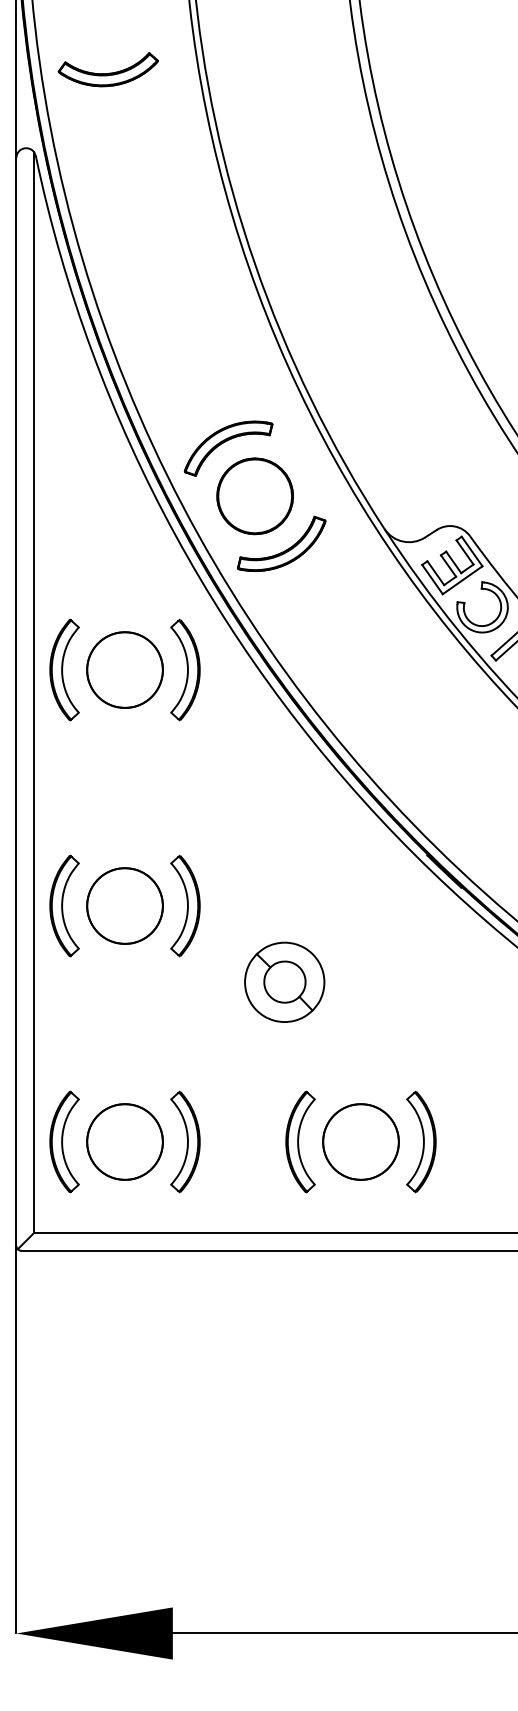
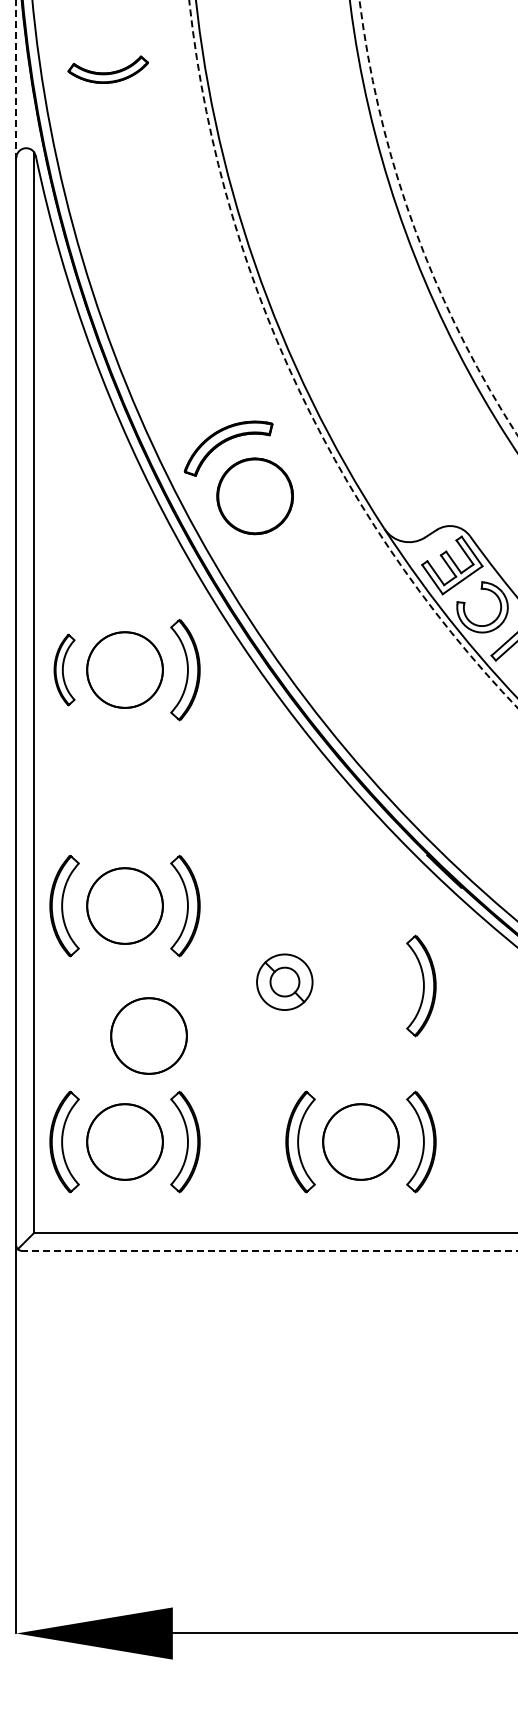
part at (107, 69) size: 102x36 px -> 82x29 px
line at (16, 79): solid -> dashed
arc at (414, 228): solid -> dashed
arc at (296, 383): solid -> dashed
part at (284, 550): present -> none
part at (64, 669) size: 31x104 px -> 23x74 px
part at (284, 981) size: 82x82 px -> 58x58 px
part at (421, 985): none -> present
part at (148, 1035): none -> present
line at (269, 1250): solid -> dashed
